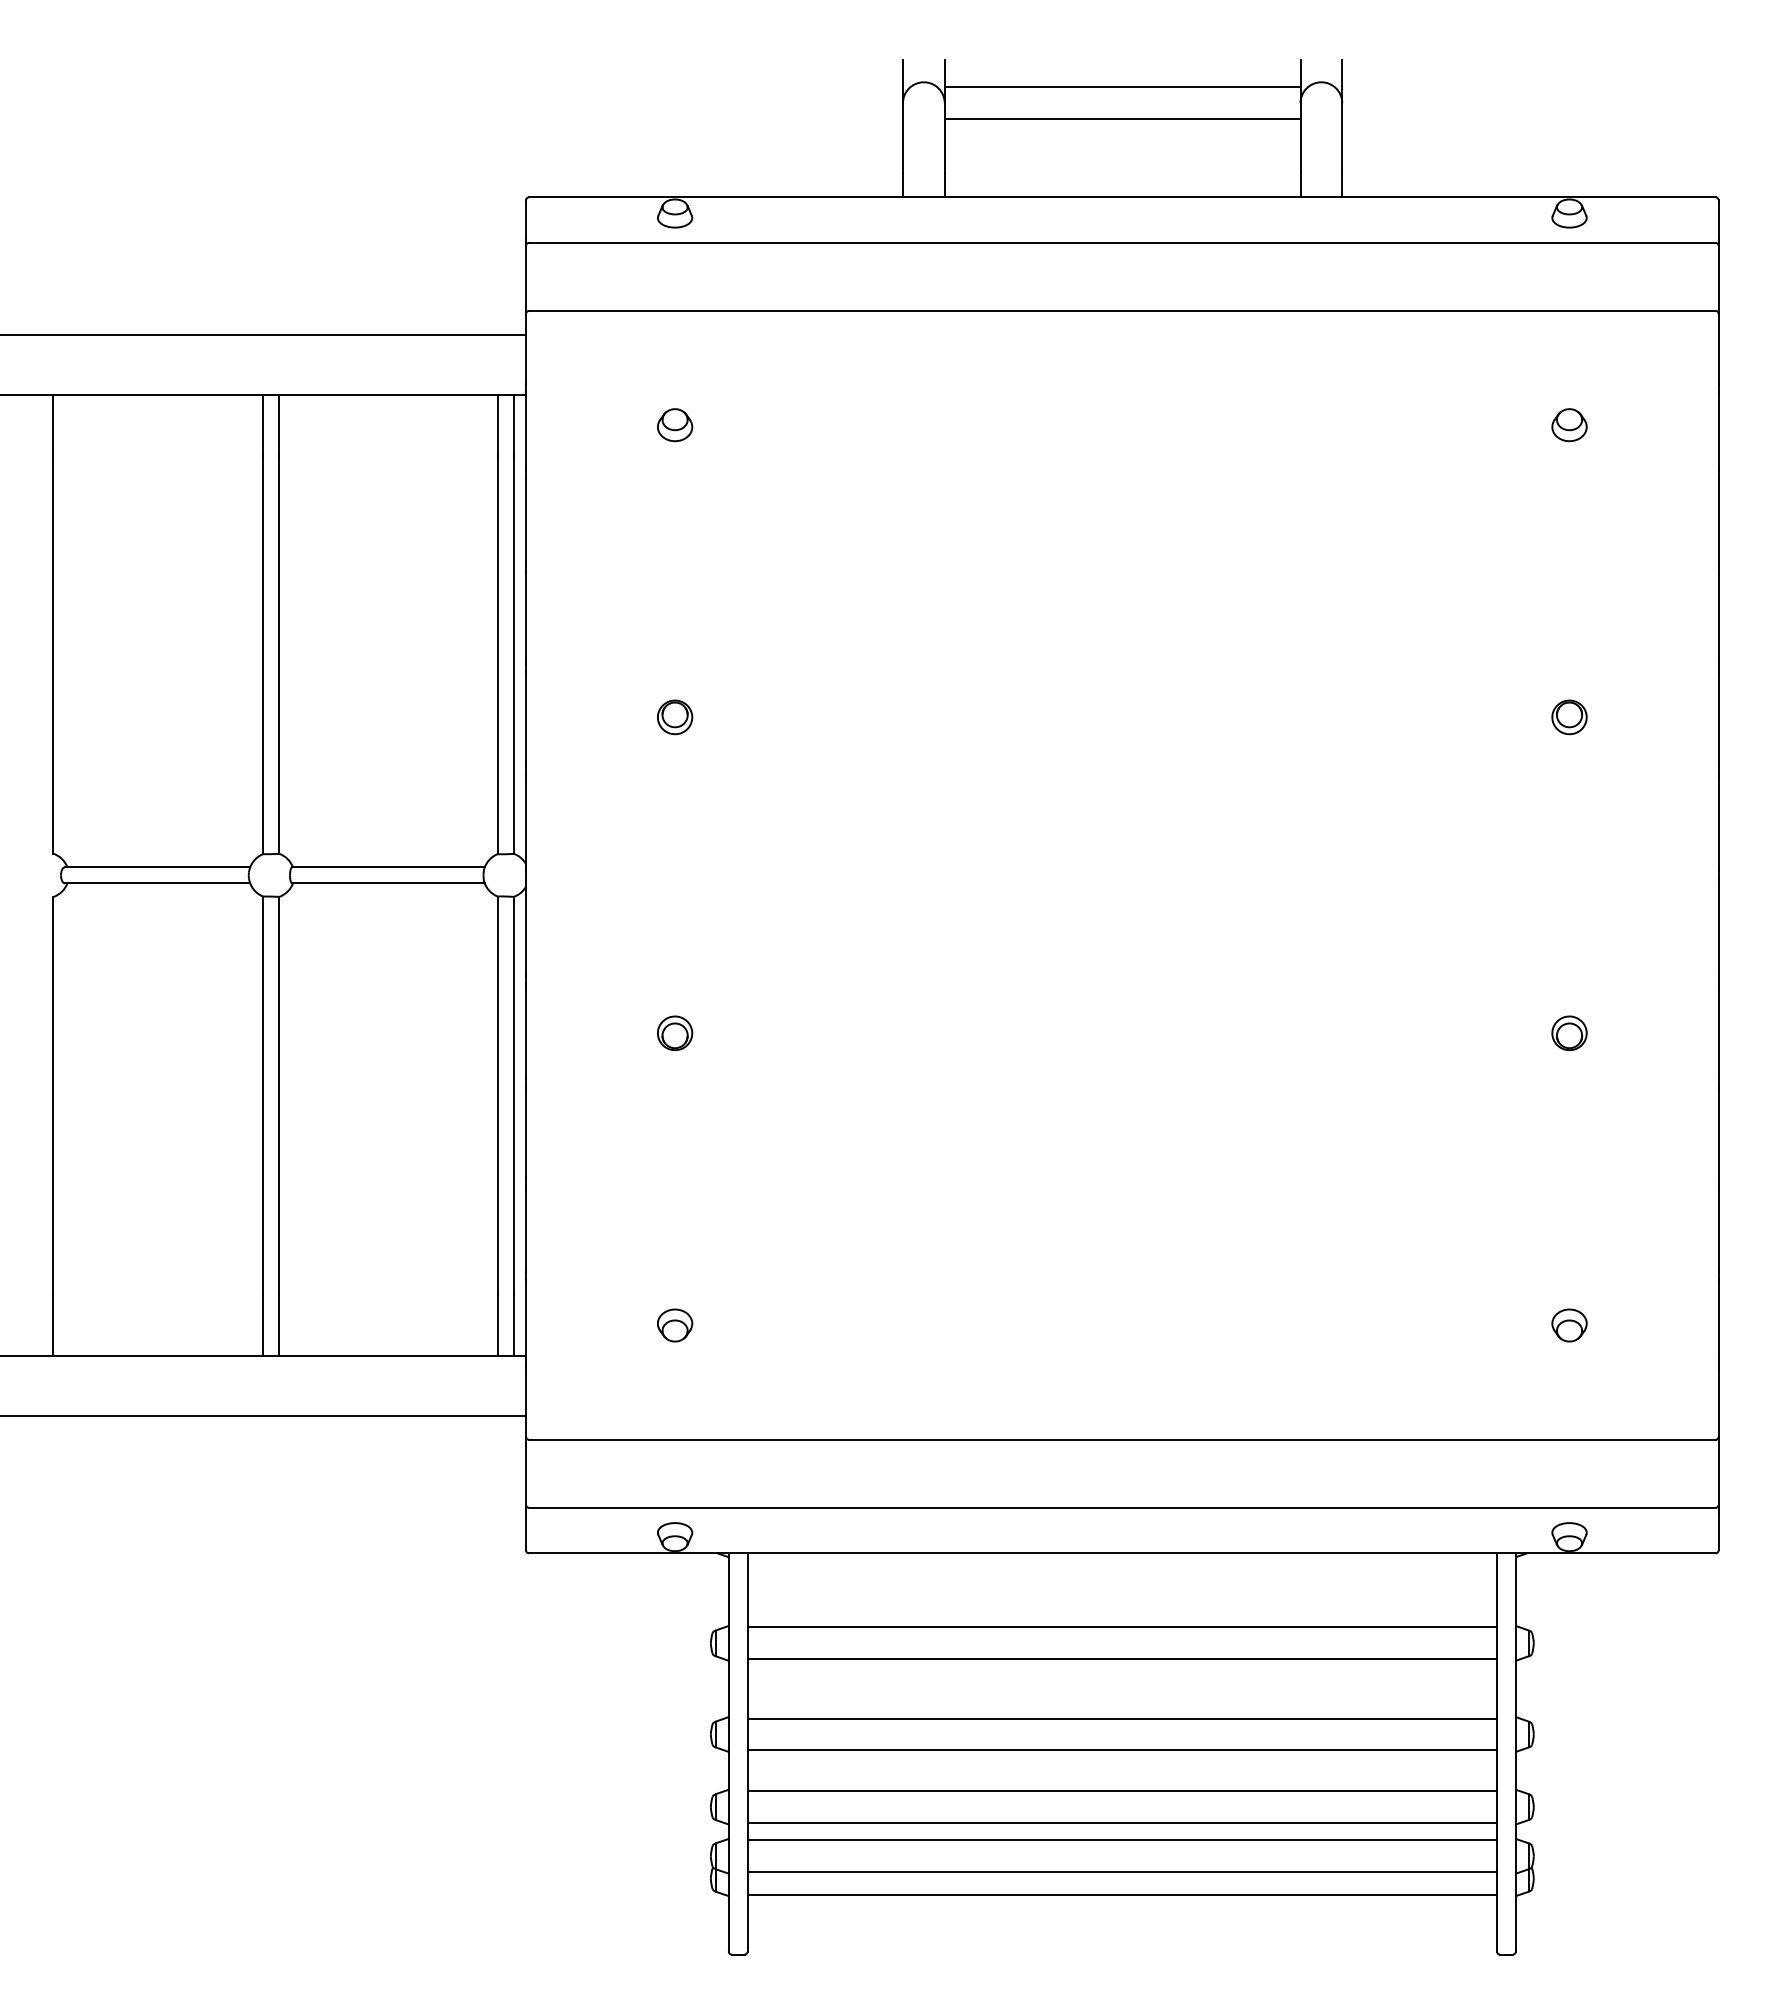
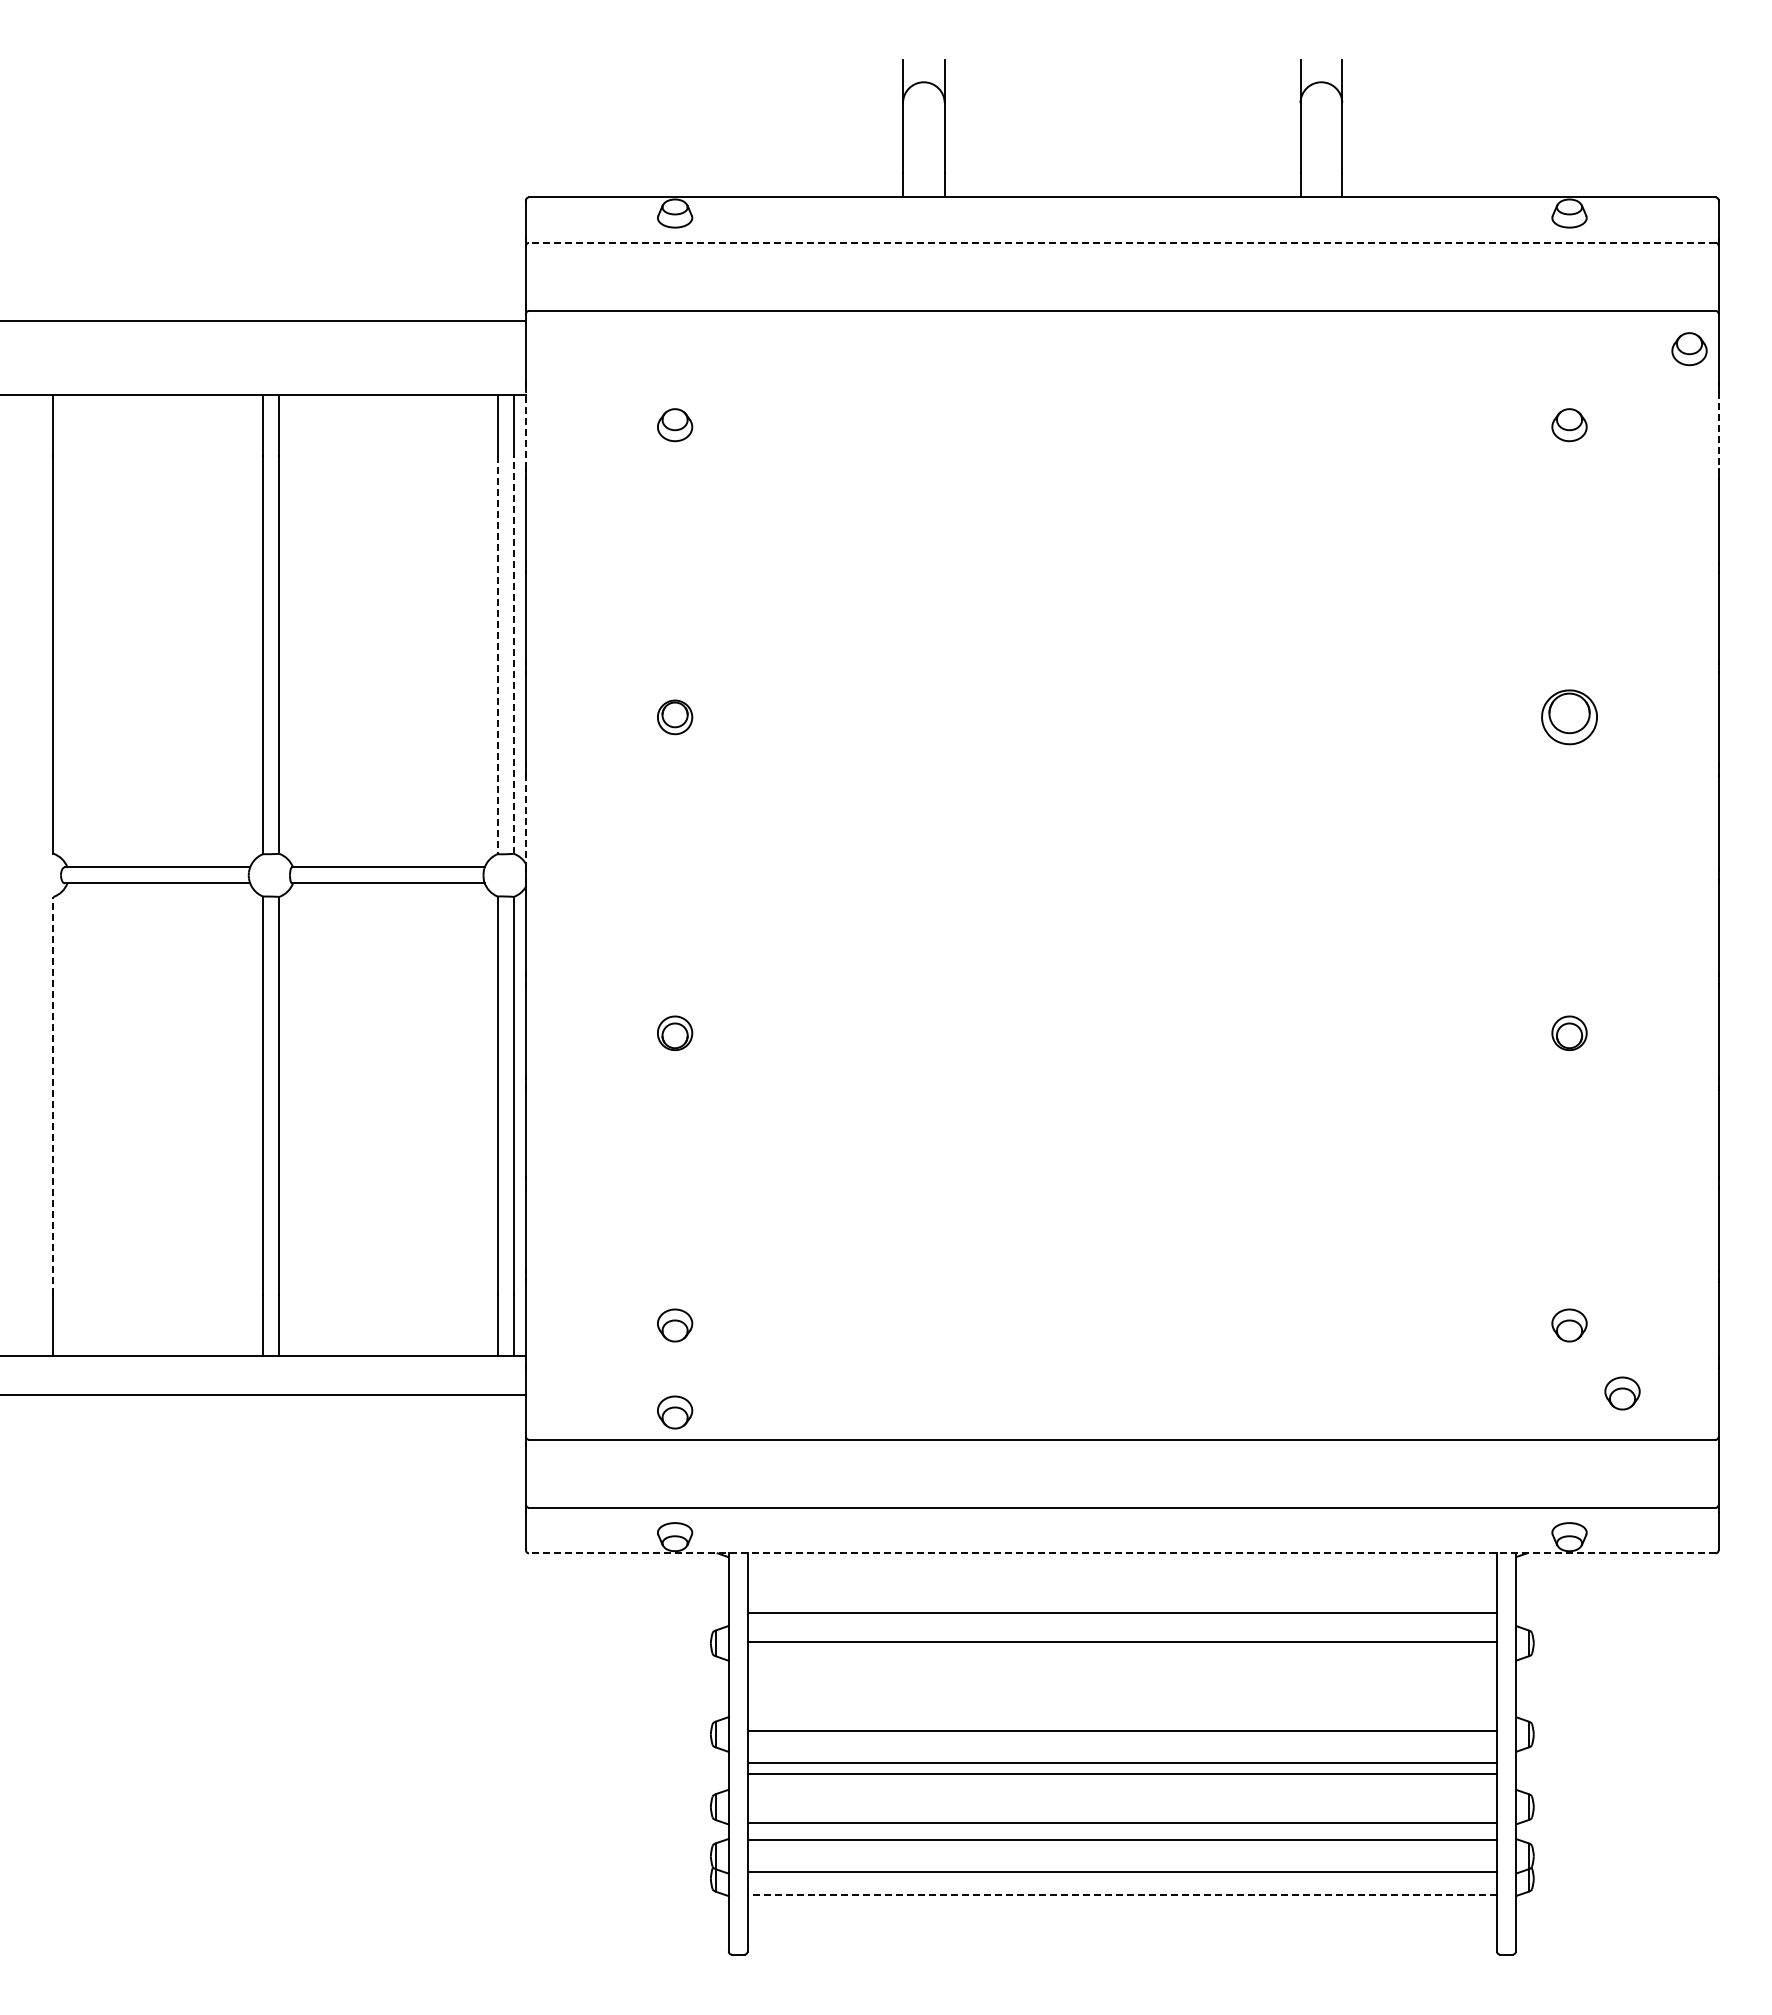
line at (1122, 87): present -> none
line at (1122, 119): present -> none
line at (1121, 242): solid -> dashed
line at (264, 335) position: (264, 335) -> (264, 321)
part at (1689, 349): none -> present
line at (526, 430): solid -> dashed
line at (1718, 431): solid -> dashed
line at (513, 654): solid -> dashed
line at (497, 655): solid -> dashed
part at (1569, 717) size: 37x37 px -> 57x57 px
line at (526, 822): solid -> dashed
line at (53, 1095): solid -> dashed
part at (1622, 1393): none -> present
part at (675, 1412): none -> present
line at (264, 1415) position: (264, 1415) -> (264, 1395)
line at (1121, 1553): solid -> dashed
line at (1122, 1627) position: (1122, 1627) -> (1122, 1613)
line at (1122, 1659) position: (1122, 1659) -> (1122, 1642)
line at (1122, 1718) position: (1122, 1718) -> (1122, 1730)
line at (1122, 1750) position: (1122, 1750) -> (1122, 1763)
line at (1122, 1791) position: (1122, 1791) -> (1122, 1774)
line at (1122, 1894): solid -> dashed
